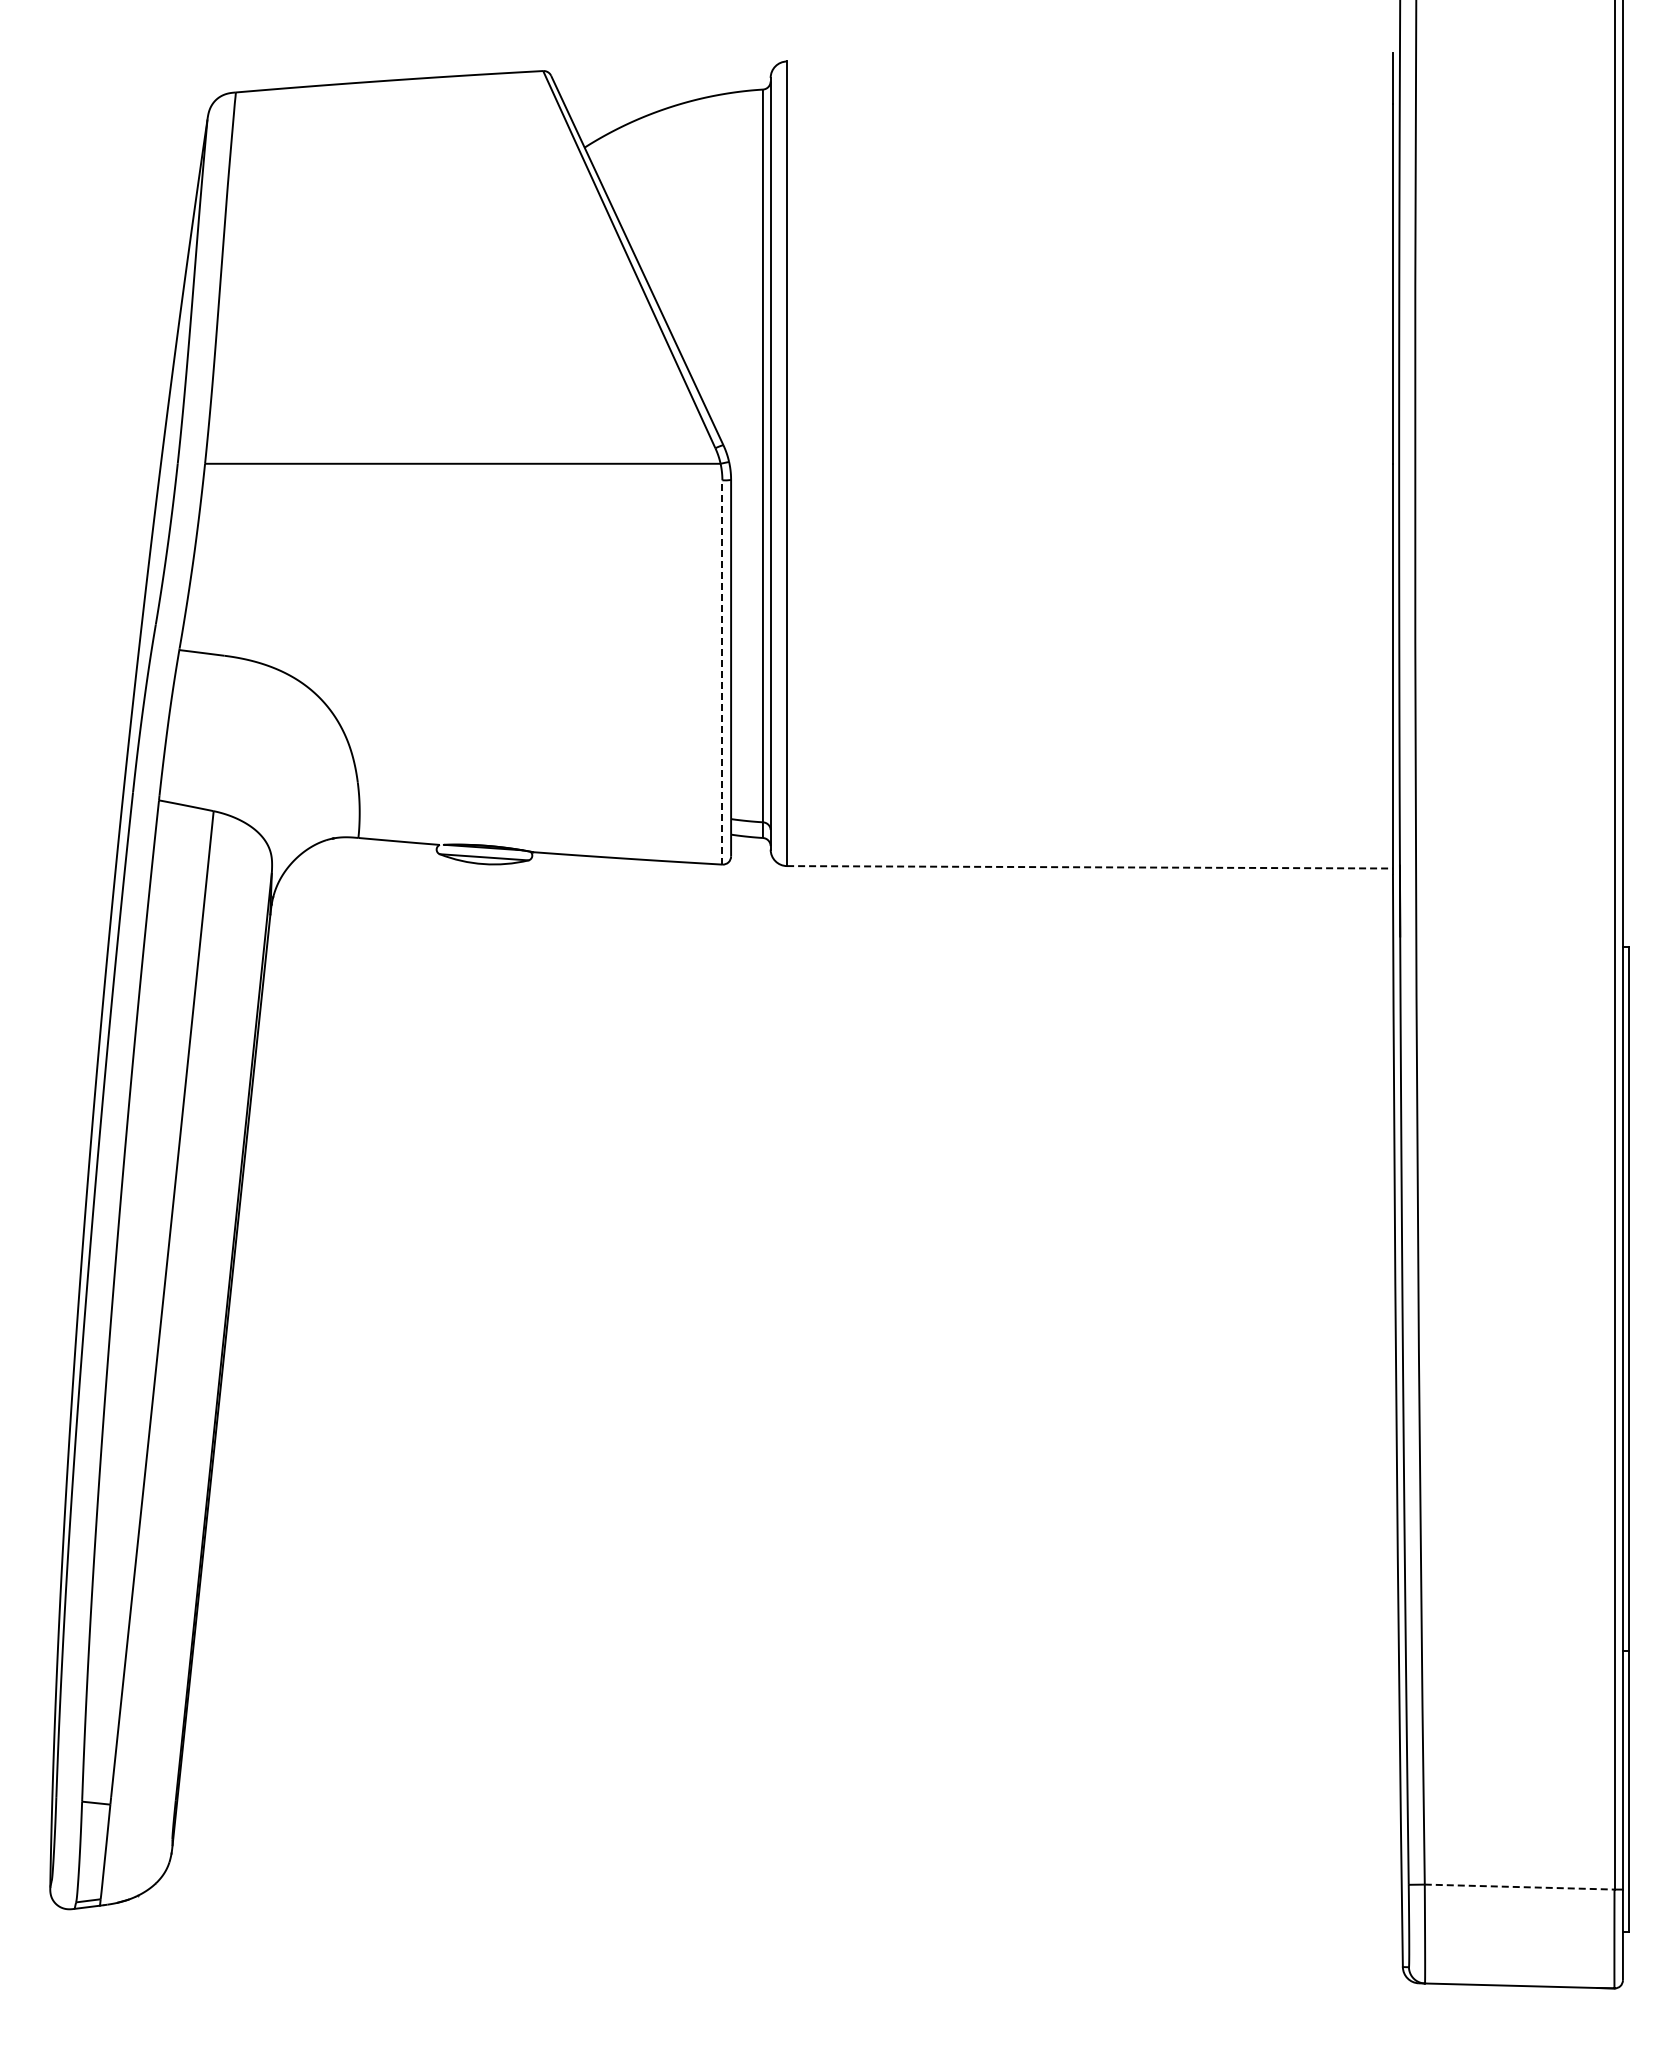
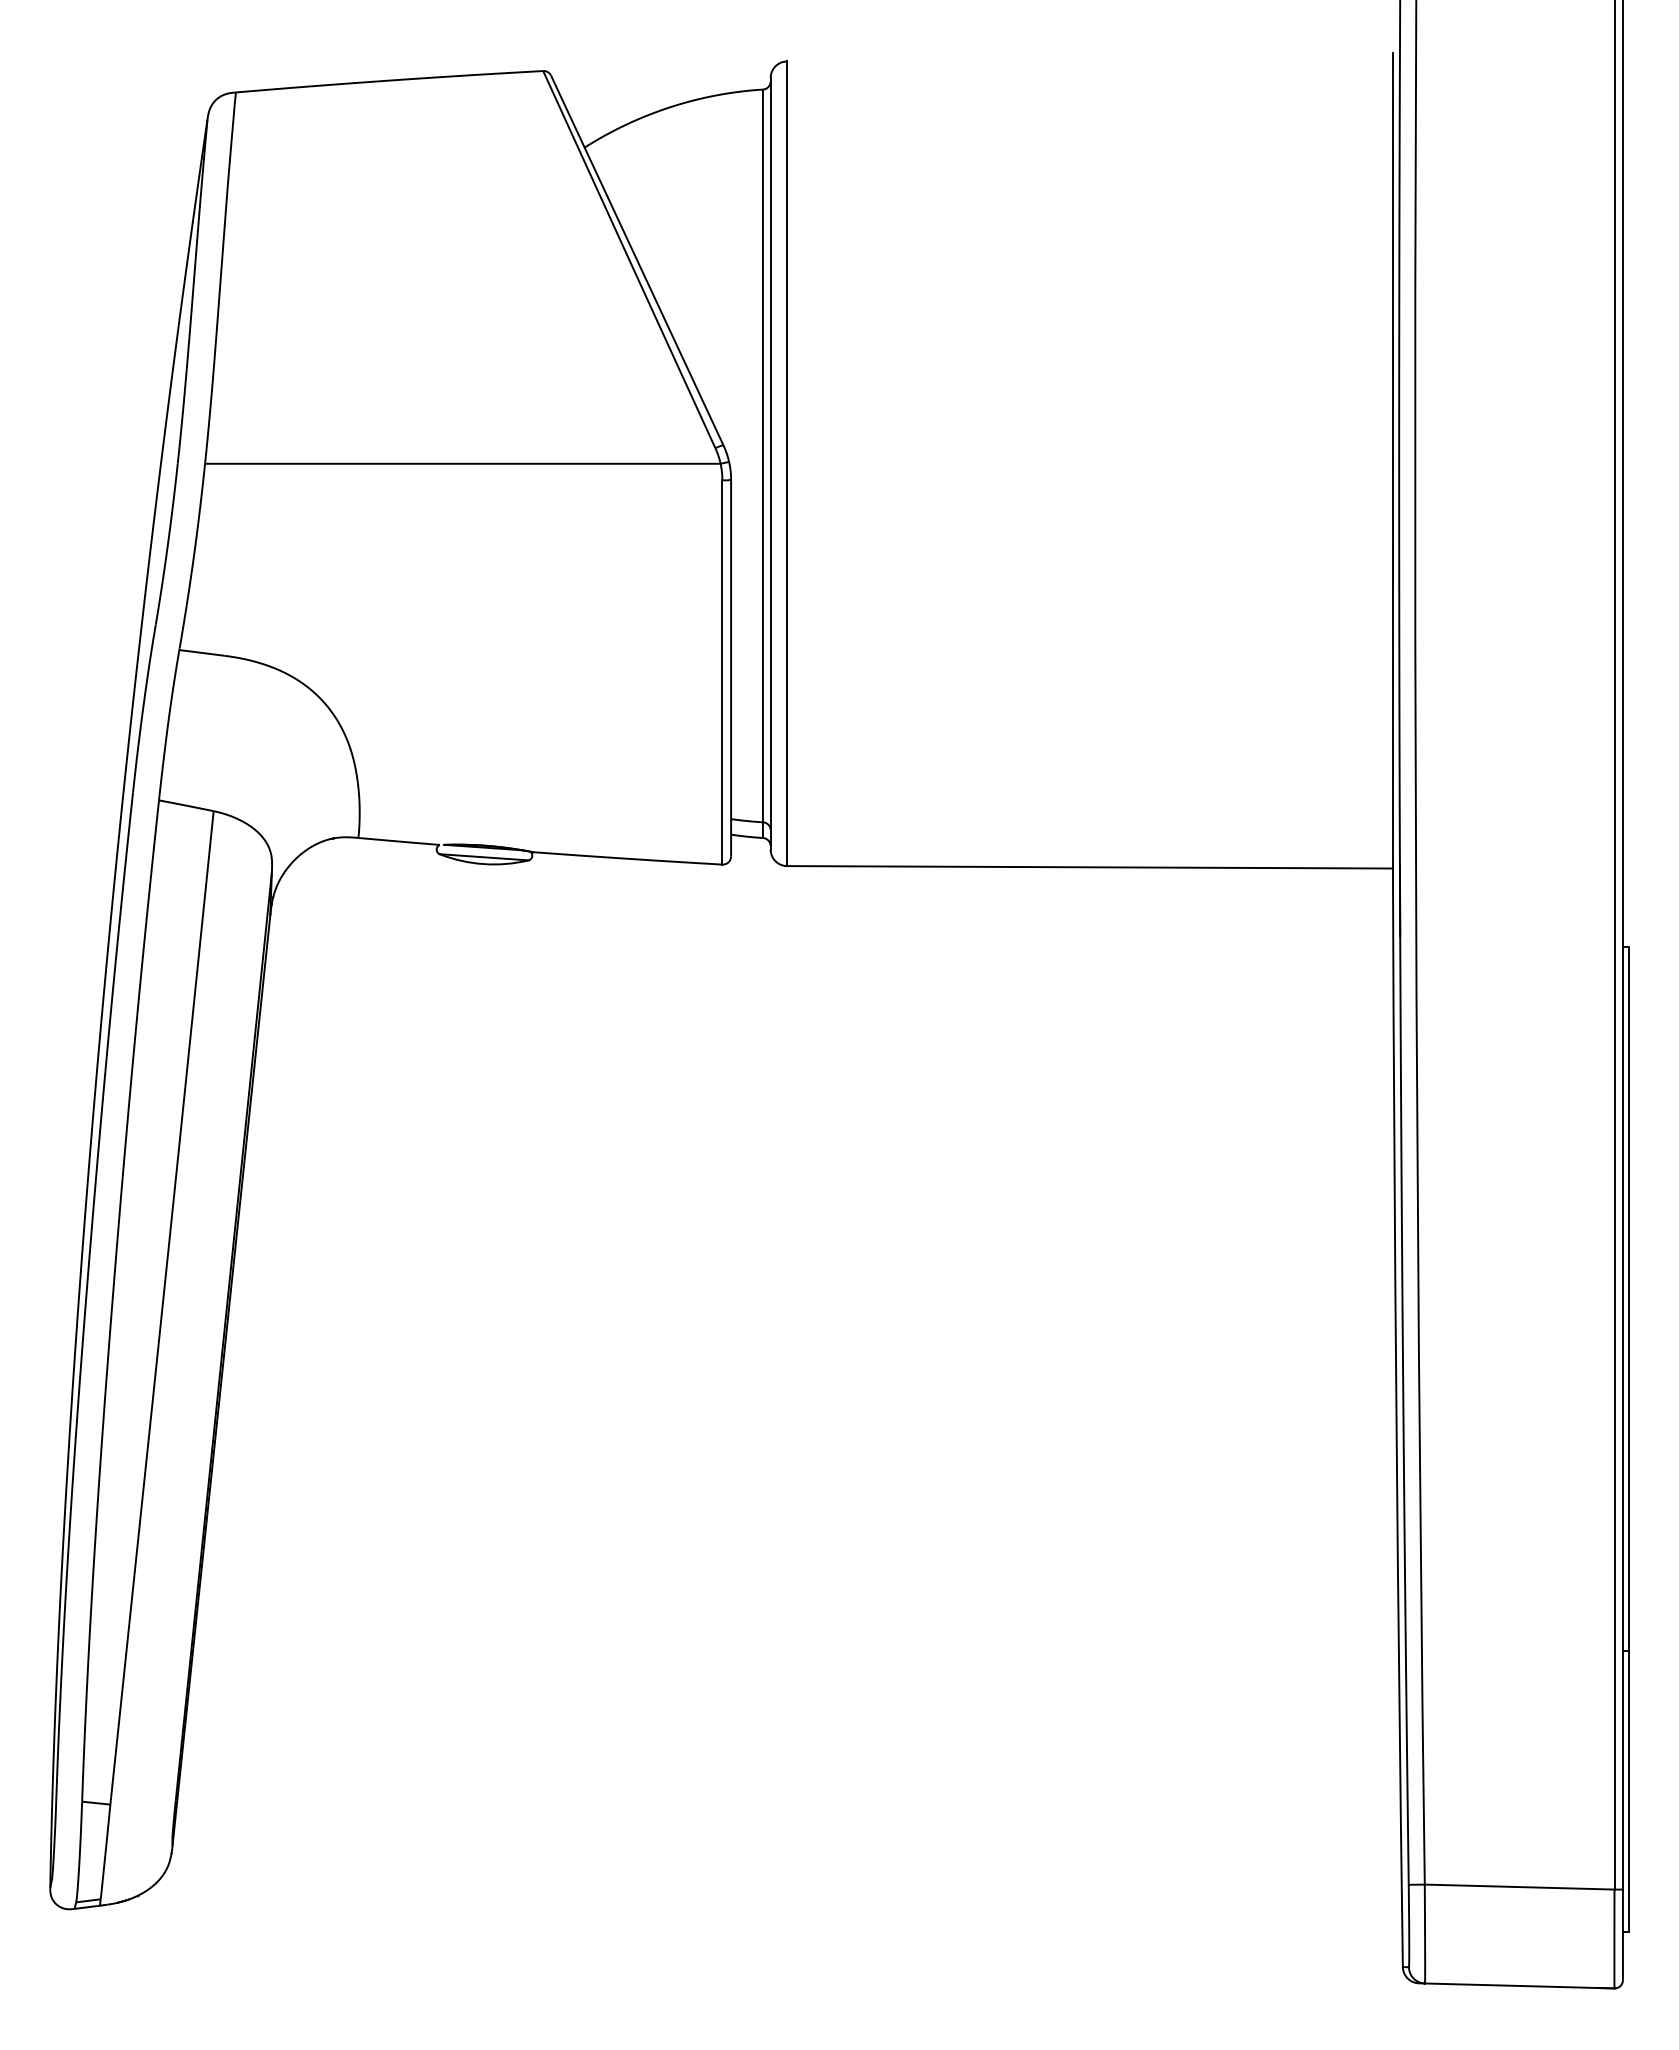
line at (722, 671): dashed -> solid
line at (1090, 867): dashed -> solid
line at (1519, 1887): dashed -> solid
